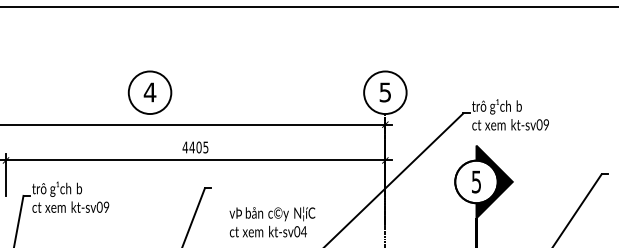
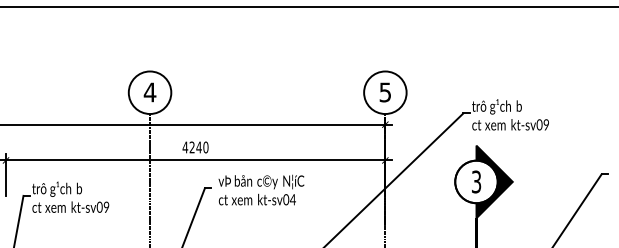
text at (198, 147): 4405 -> 4240
line at (150, 179): none -> present
text at (476, 181): 5 -> 3
text at (272, 221) position: (272, 221) -> (261, 189)
